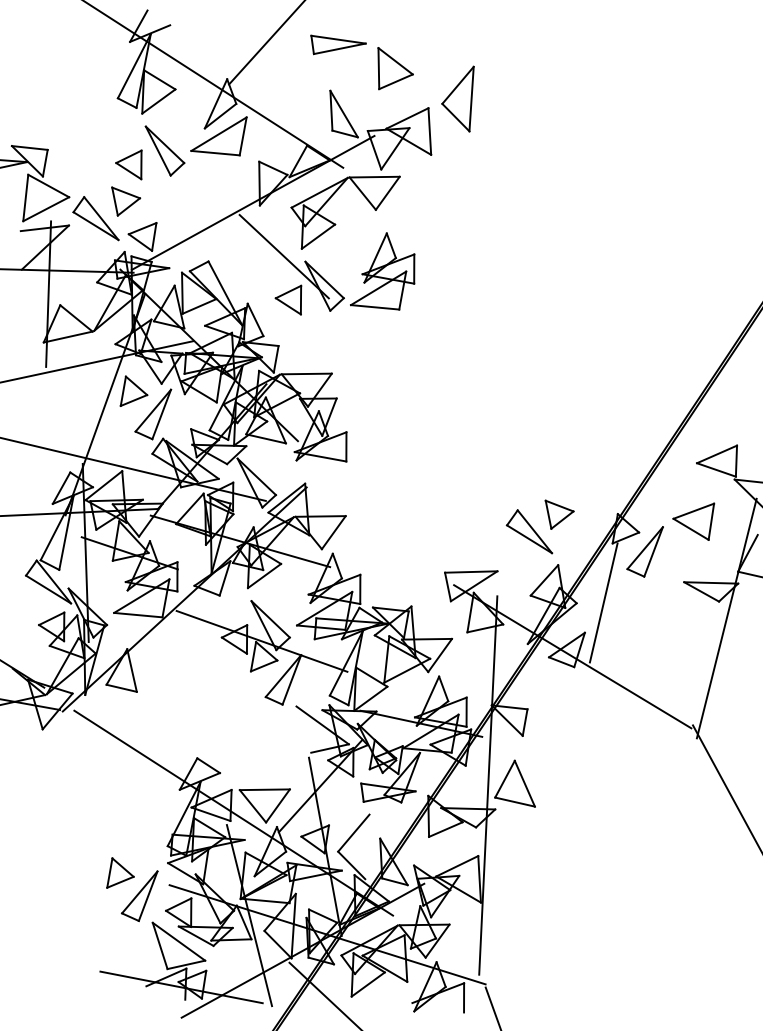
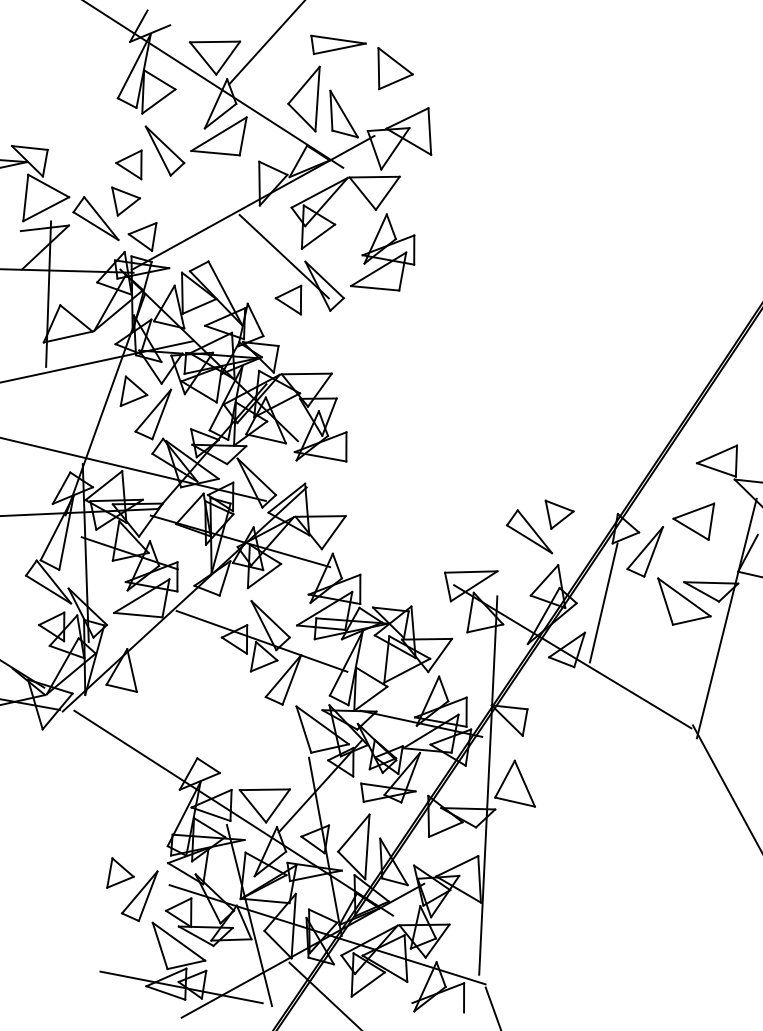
part at (215, 57): none -> present
part at (457, 98) position: (457, 98) -> (303, 98)
part at (382, 271) position: (382, 271) -> (382, 252)
part at (684, 601): none -> present
line at (303, 729): none -> present
line at (367, 846): none -> present
line at (165, 992): none -> present
